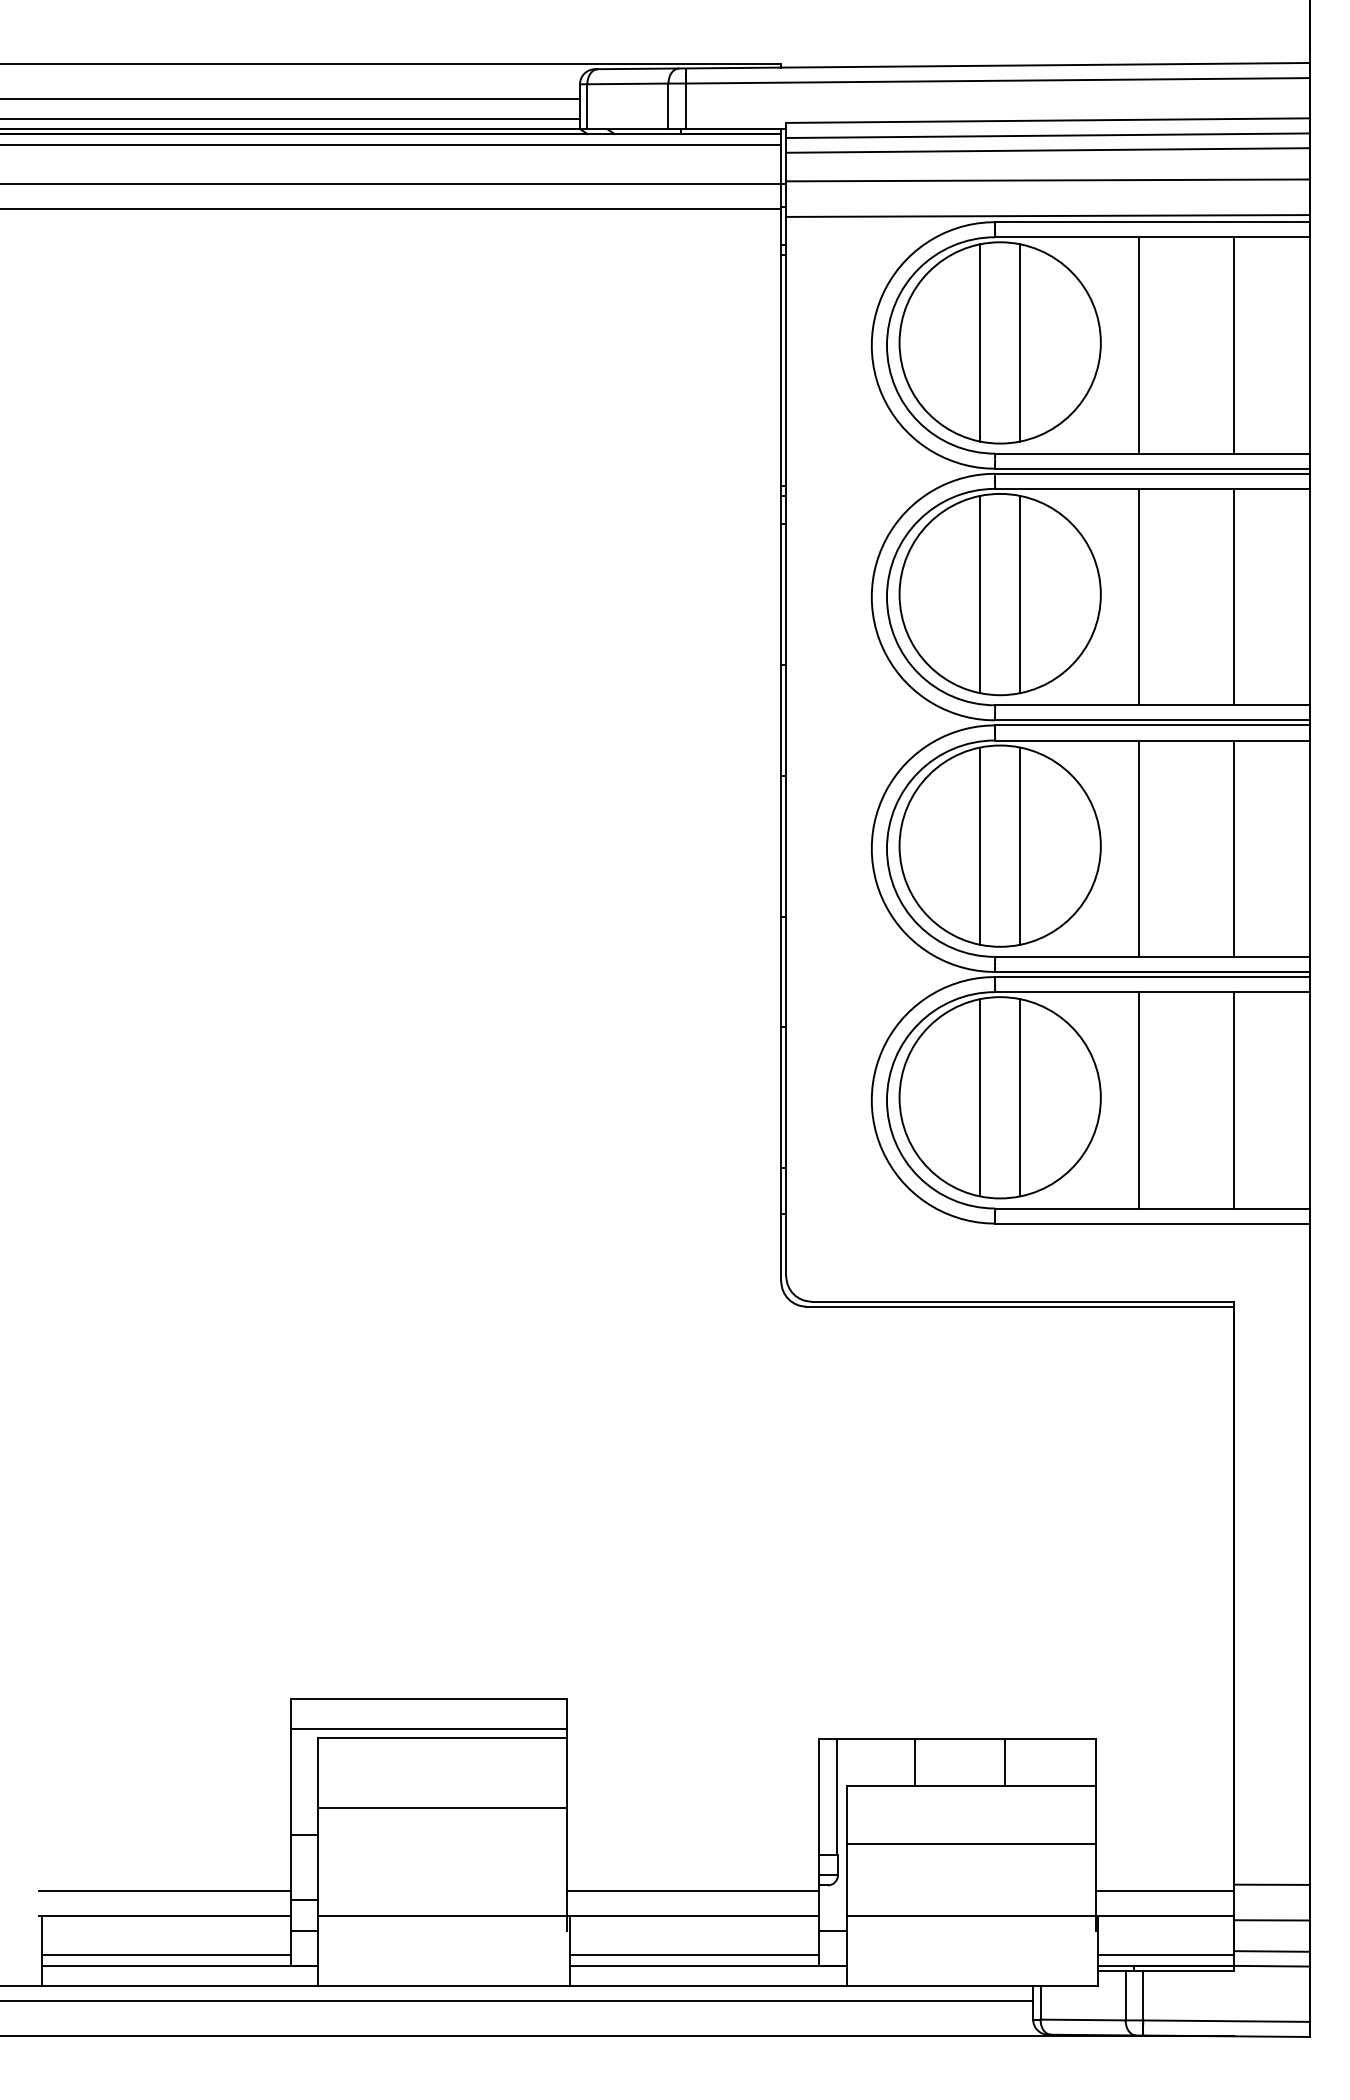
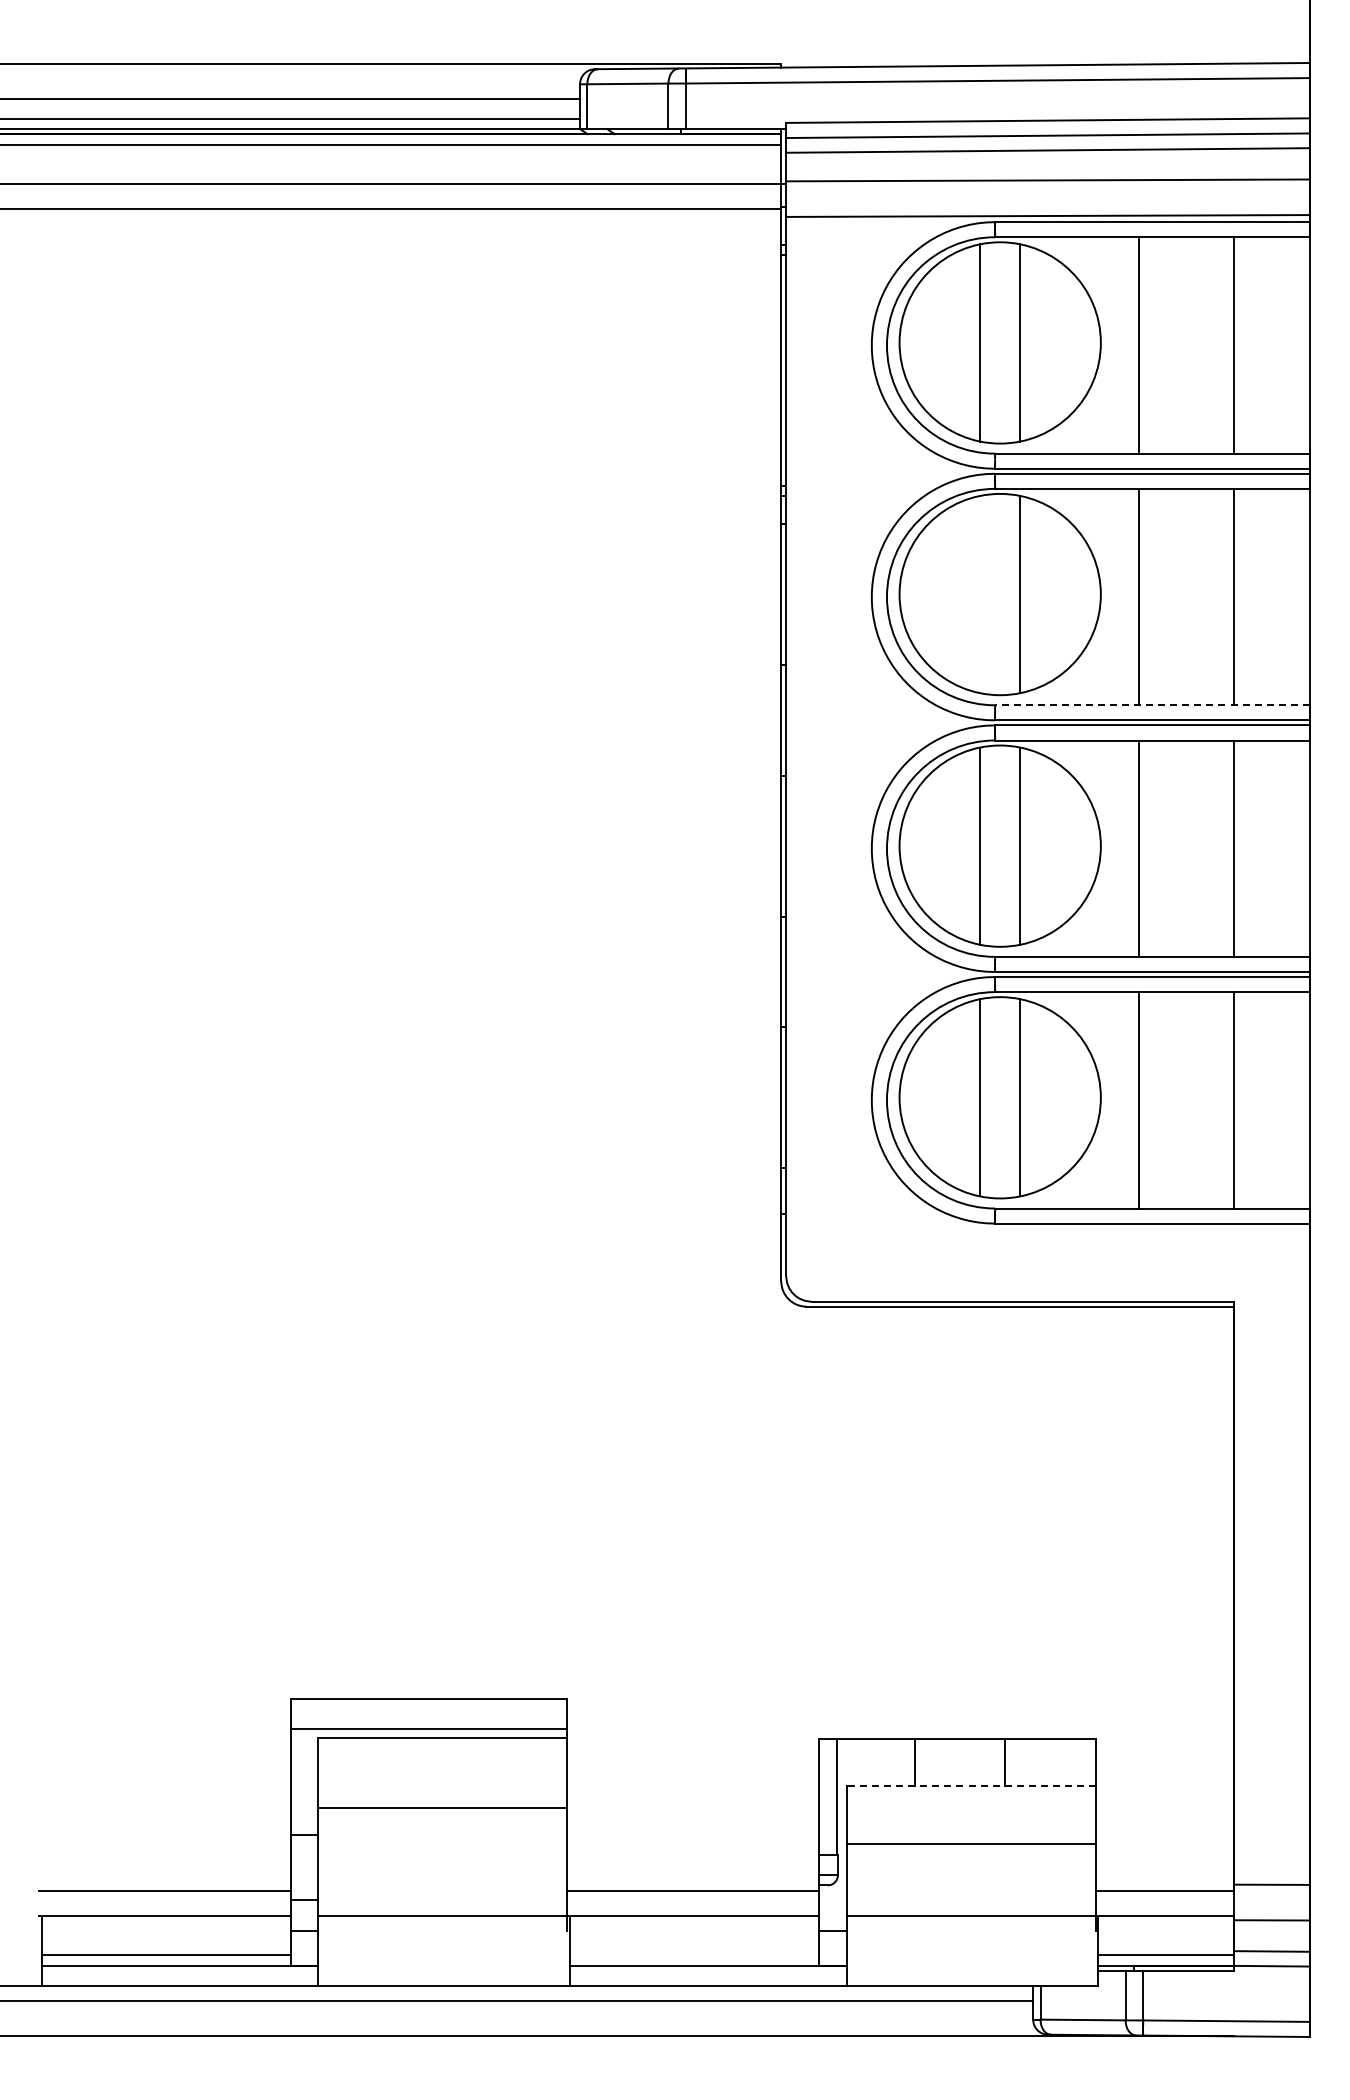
line at (980, 594): present -> none
line at (1151, 705): solid -> dashed
line at (971, 1786): solid -> dashed
line at (694, 1955): present -> none
